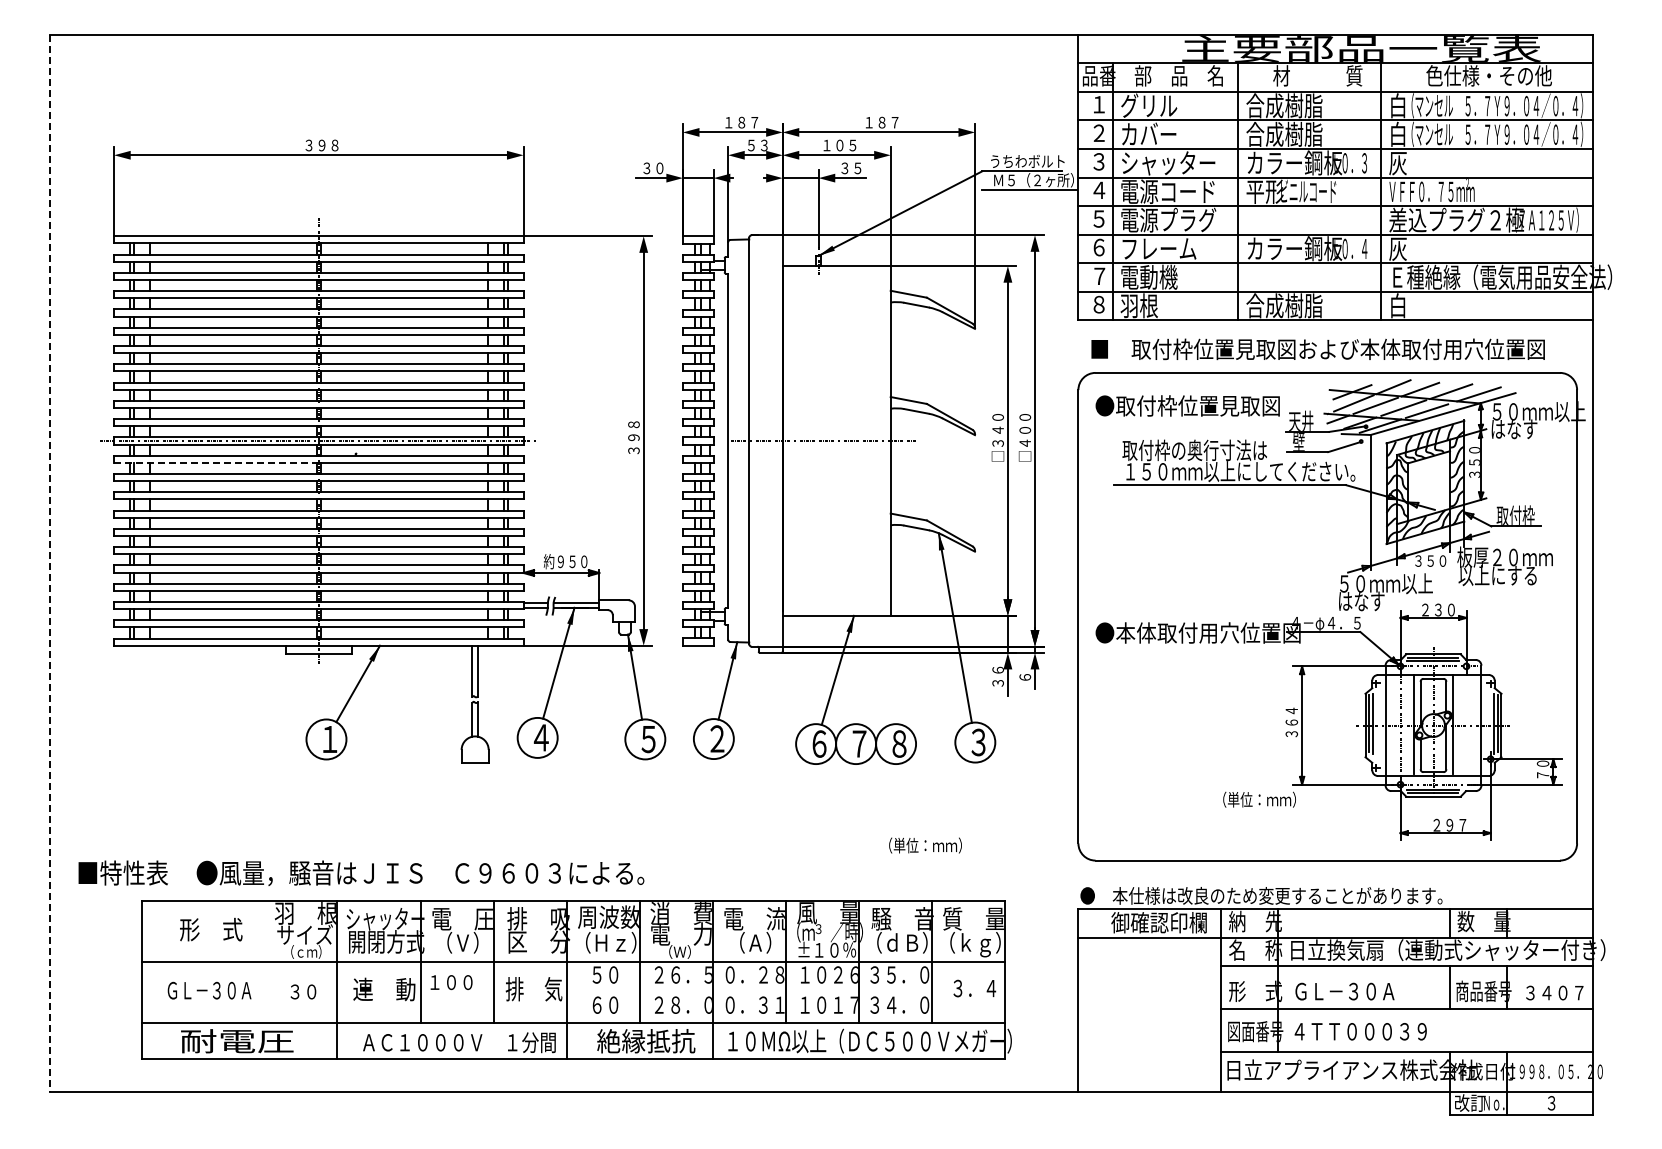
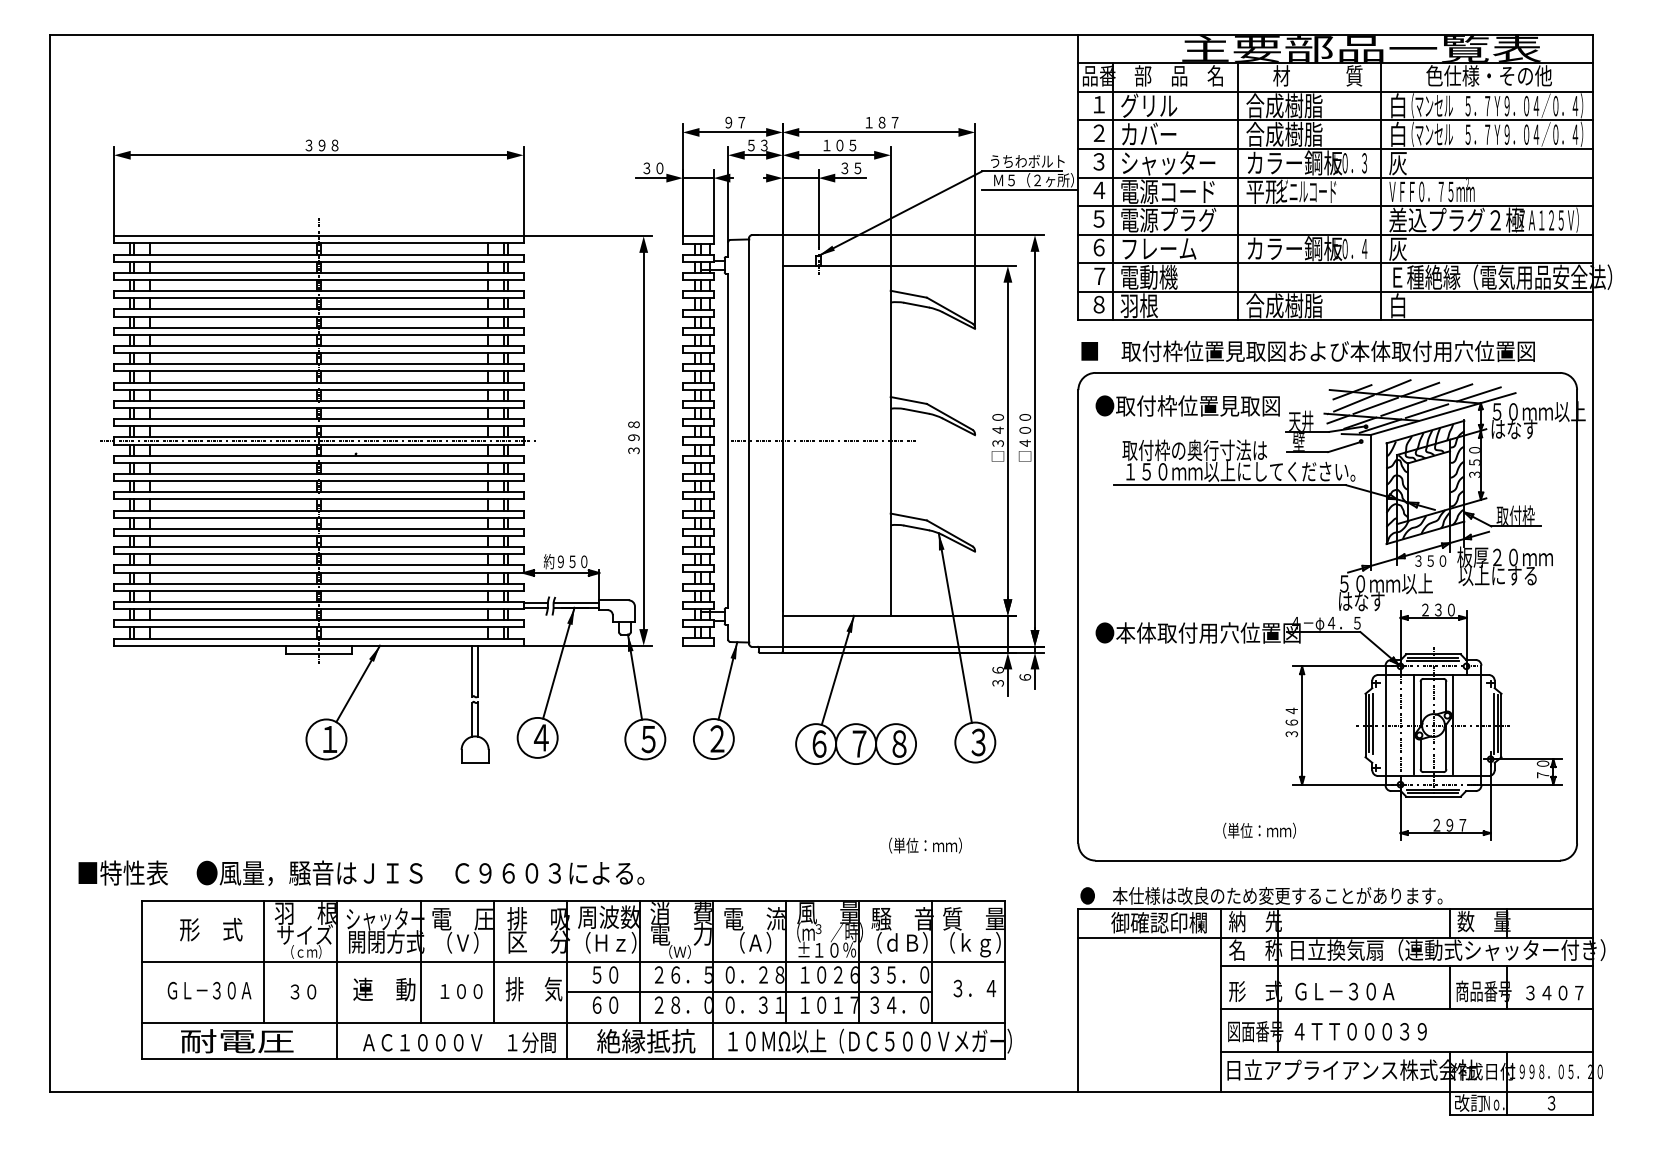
text at (741, 122): １８７ -> ９７
text at (1317, 349) position: (1317, 349) -> (1307, 351)
line at (215, 462): dashed -> solid
line at (49, 563): dashed -> solid
text at (1259, 799) position: (1259, 799) -> (1259, 830)
line at (263, 961): none -> present
text at (451, 982) position: (451, 982) -> (461, 991)
line at (749, 992): none -> present
